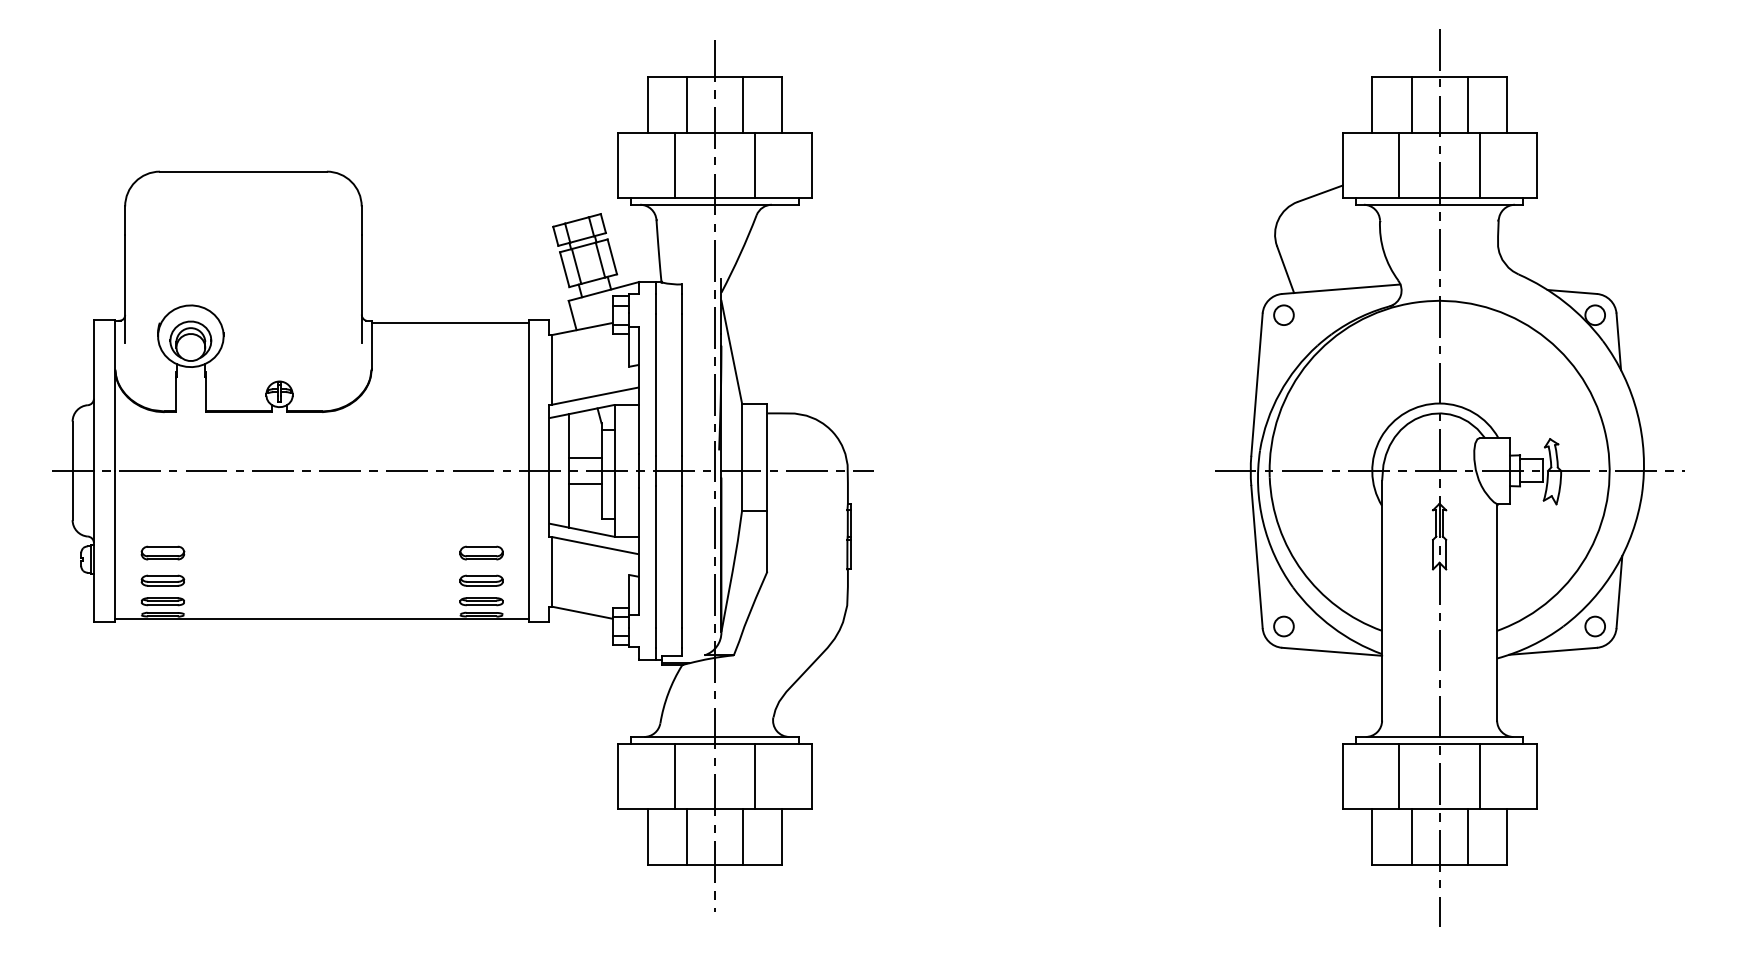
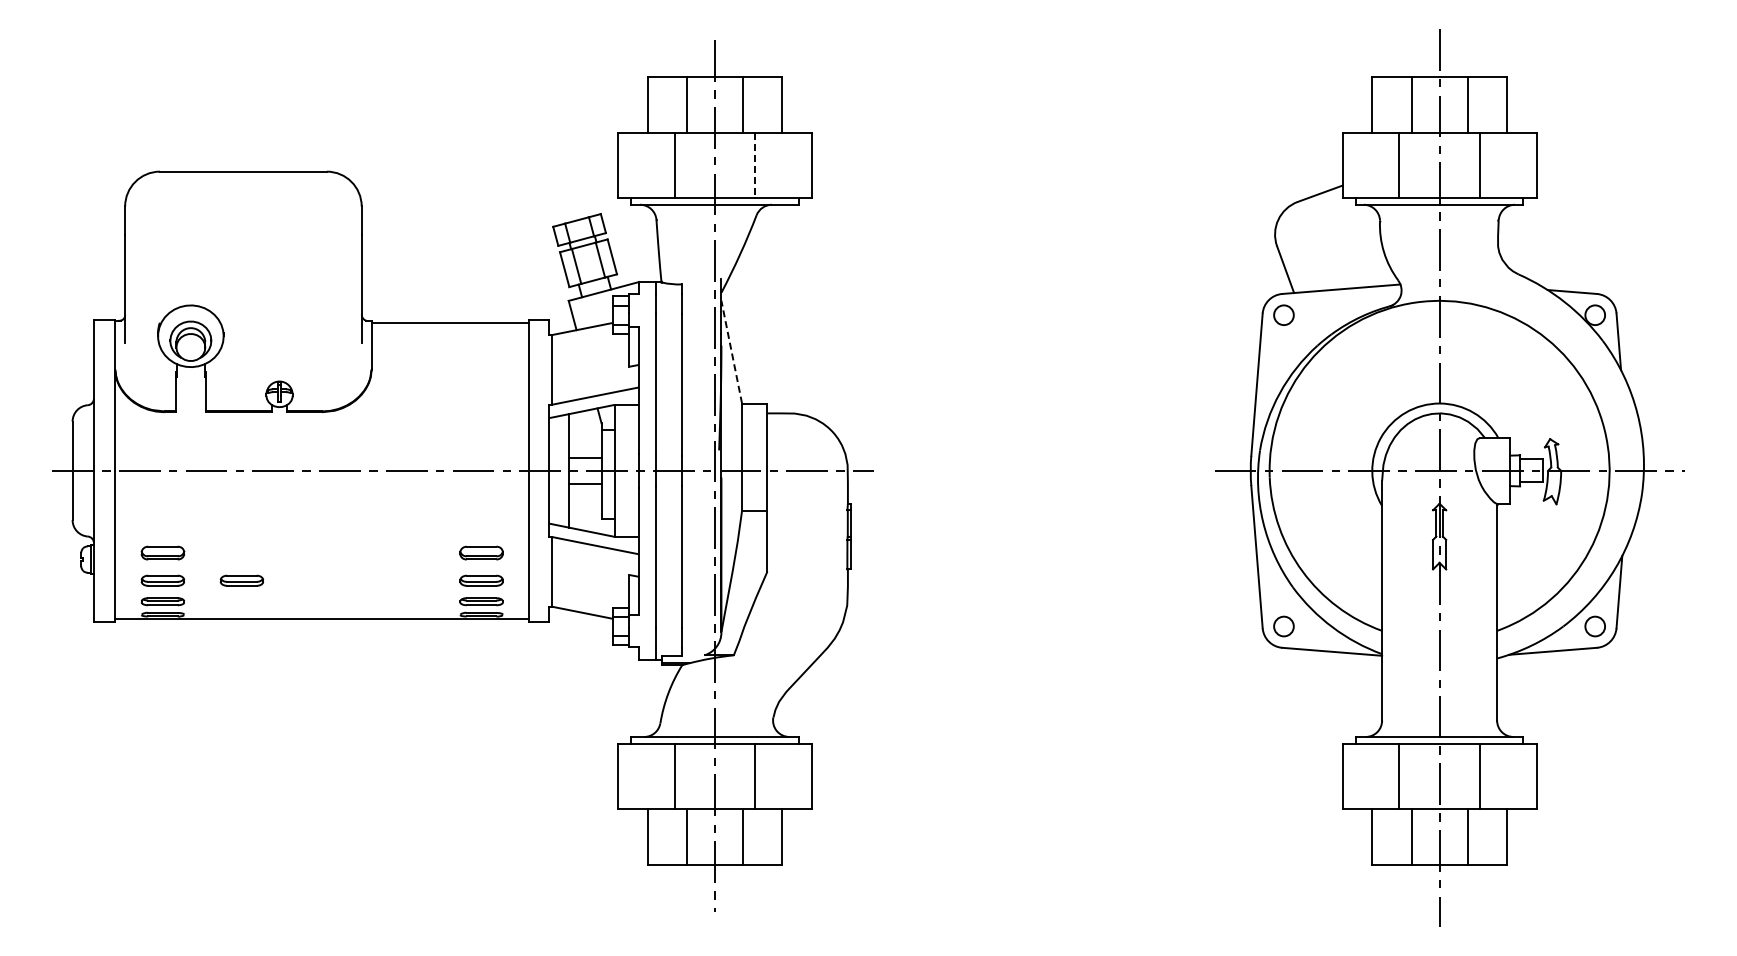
line at (755, 165): solid -> dashed
line at (731, 351): solid -> dashed
part at (241, 580): none -> present
